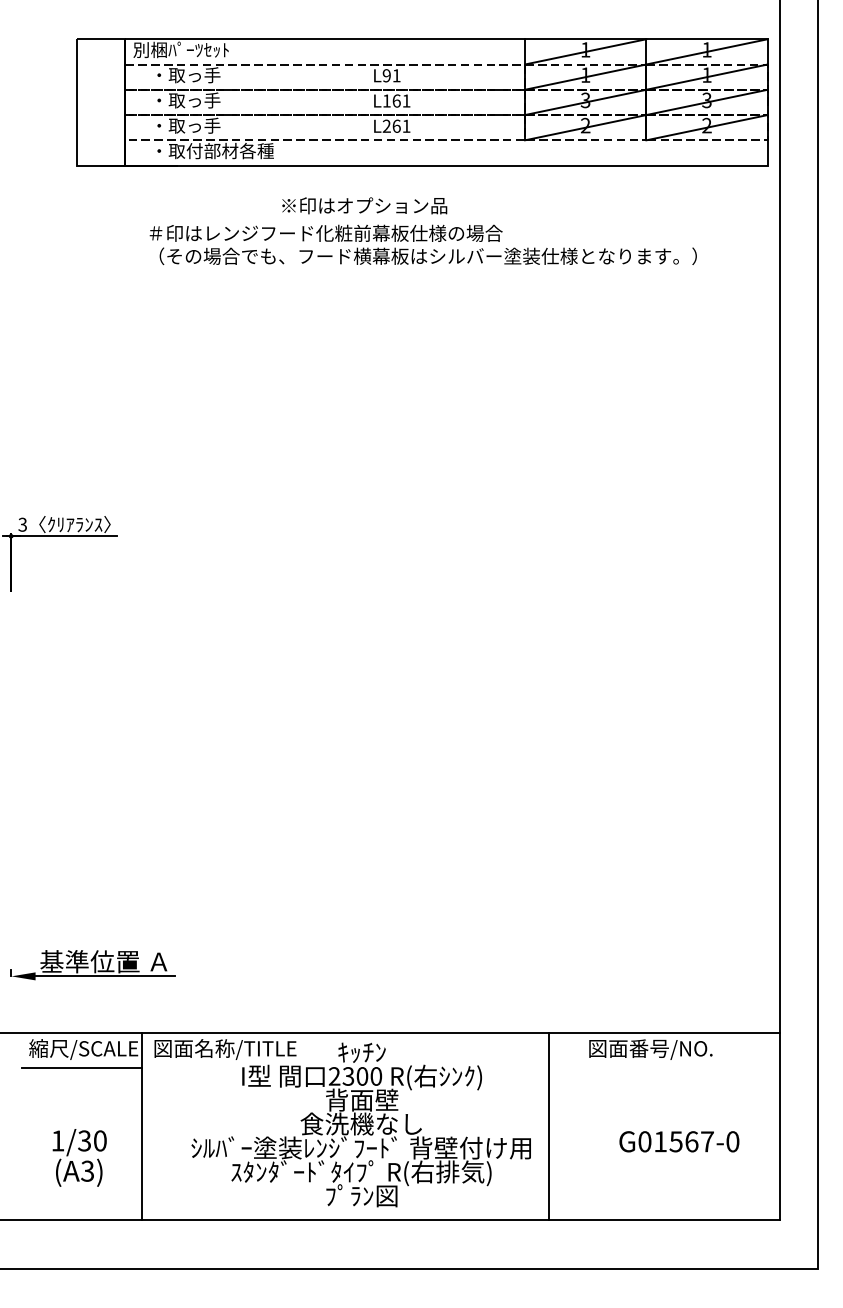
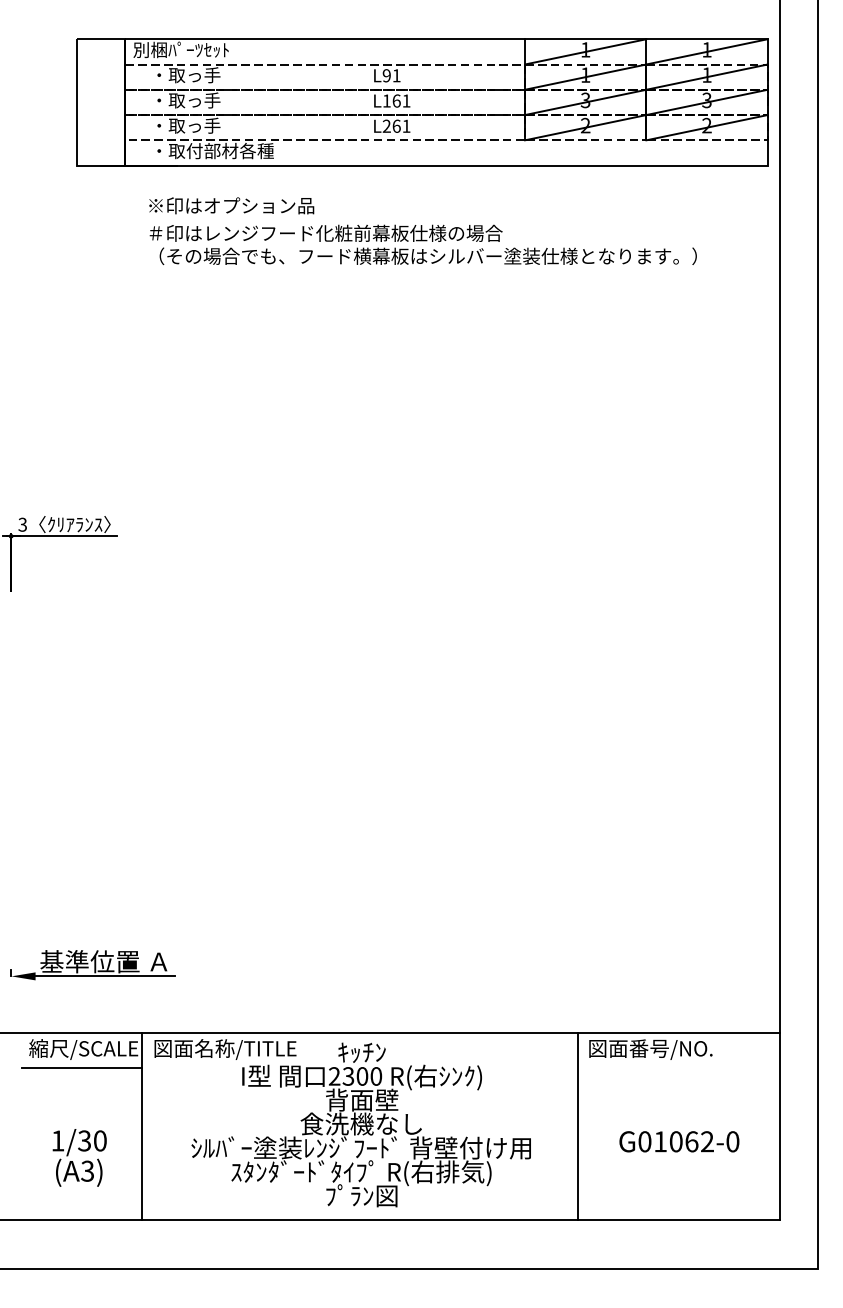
text at (364, 205) position: (364, 205) -> (231, 205)
line at (549, 1126) position: (549, 1126) -> (578, 1126)
text at (691, 1141): G01567-0 -> G01062-0
